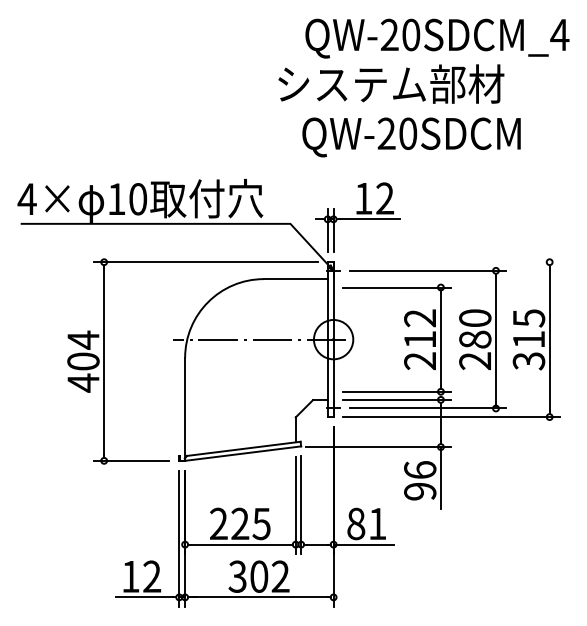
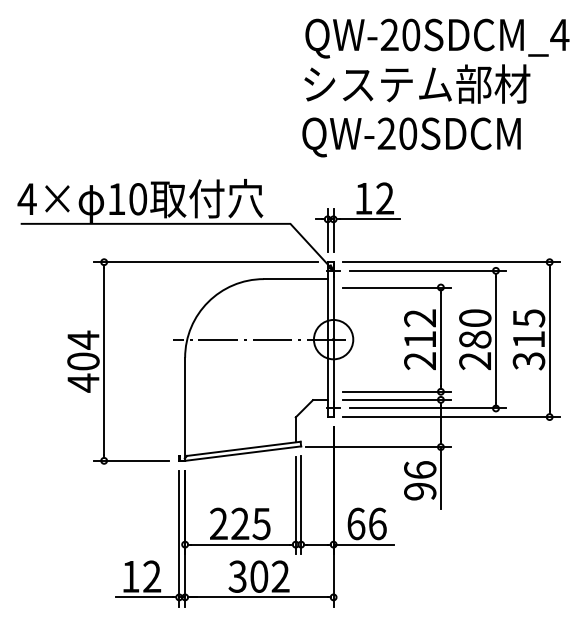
text at (391, 83) position: (391, 83) -> (417, 83)
line at (451, 262): none -> present
text at (366, 523): 81 -> 66
